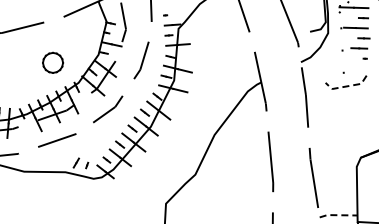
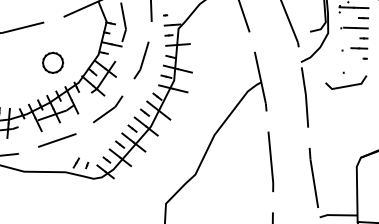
part at (363, 38) size: 14x3 px -> 10x3 px
line at (346, 86): dashed -> solid
line at (338, 215): dashed -> solid
